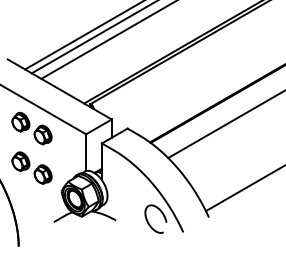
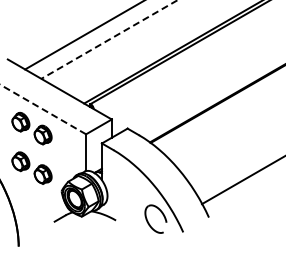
line at (92, 37): present -> none
line at (108, 39): solid -> dashed
line at (43, 109): solid -> dashed
line at (225, 125): present -> none
line at (243, 189) position: (243, 189) -> (241, 180)
